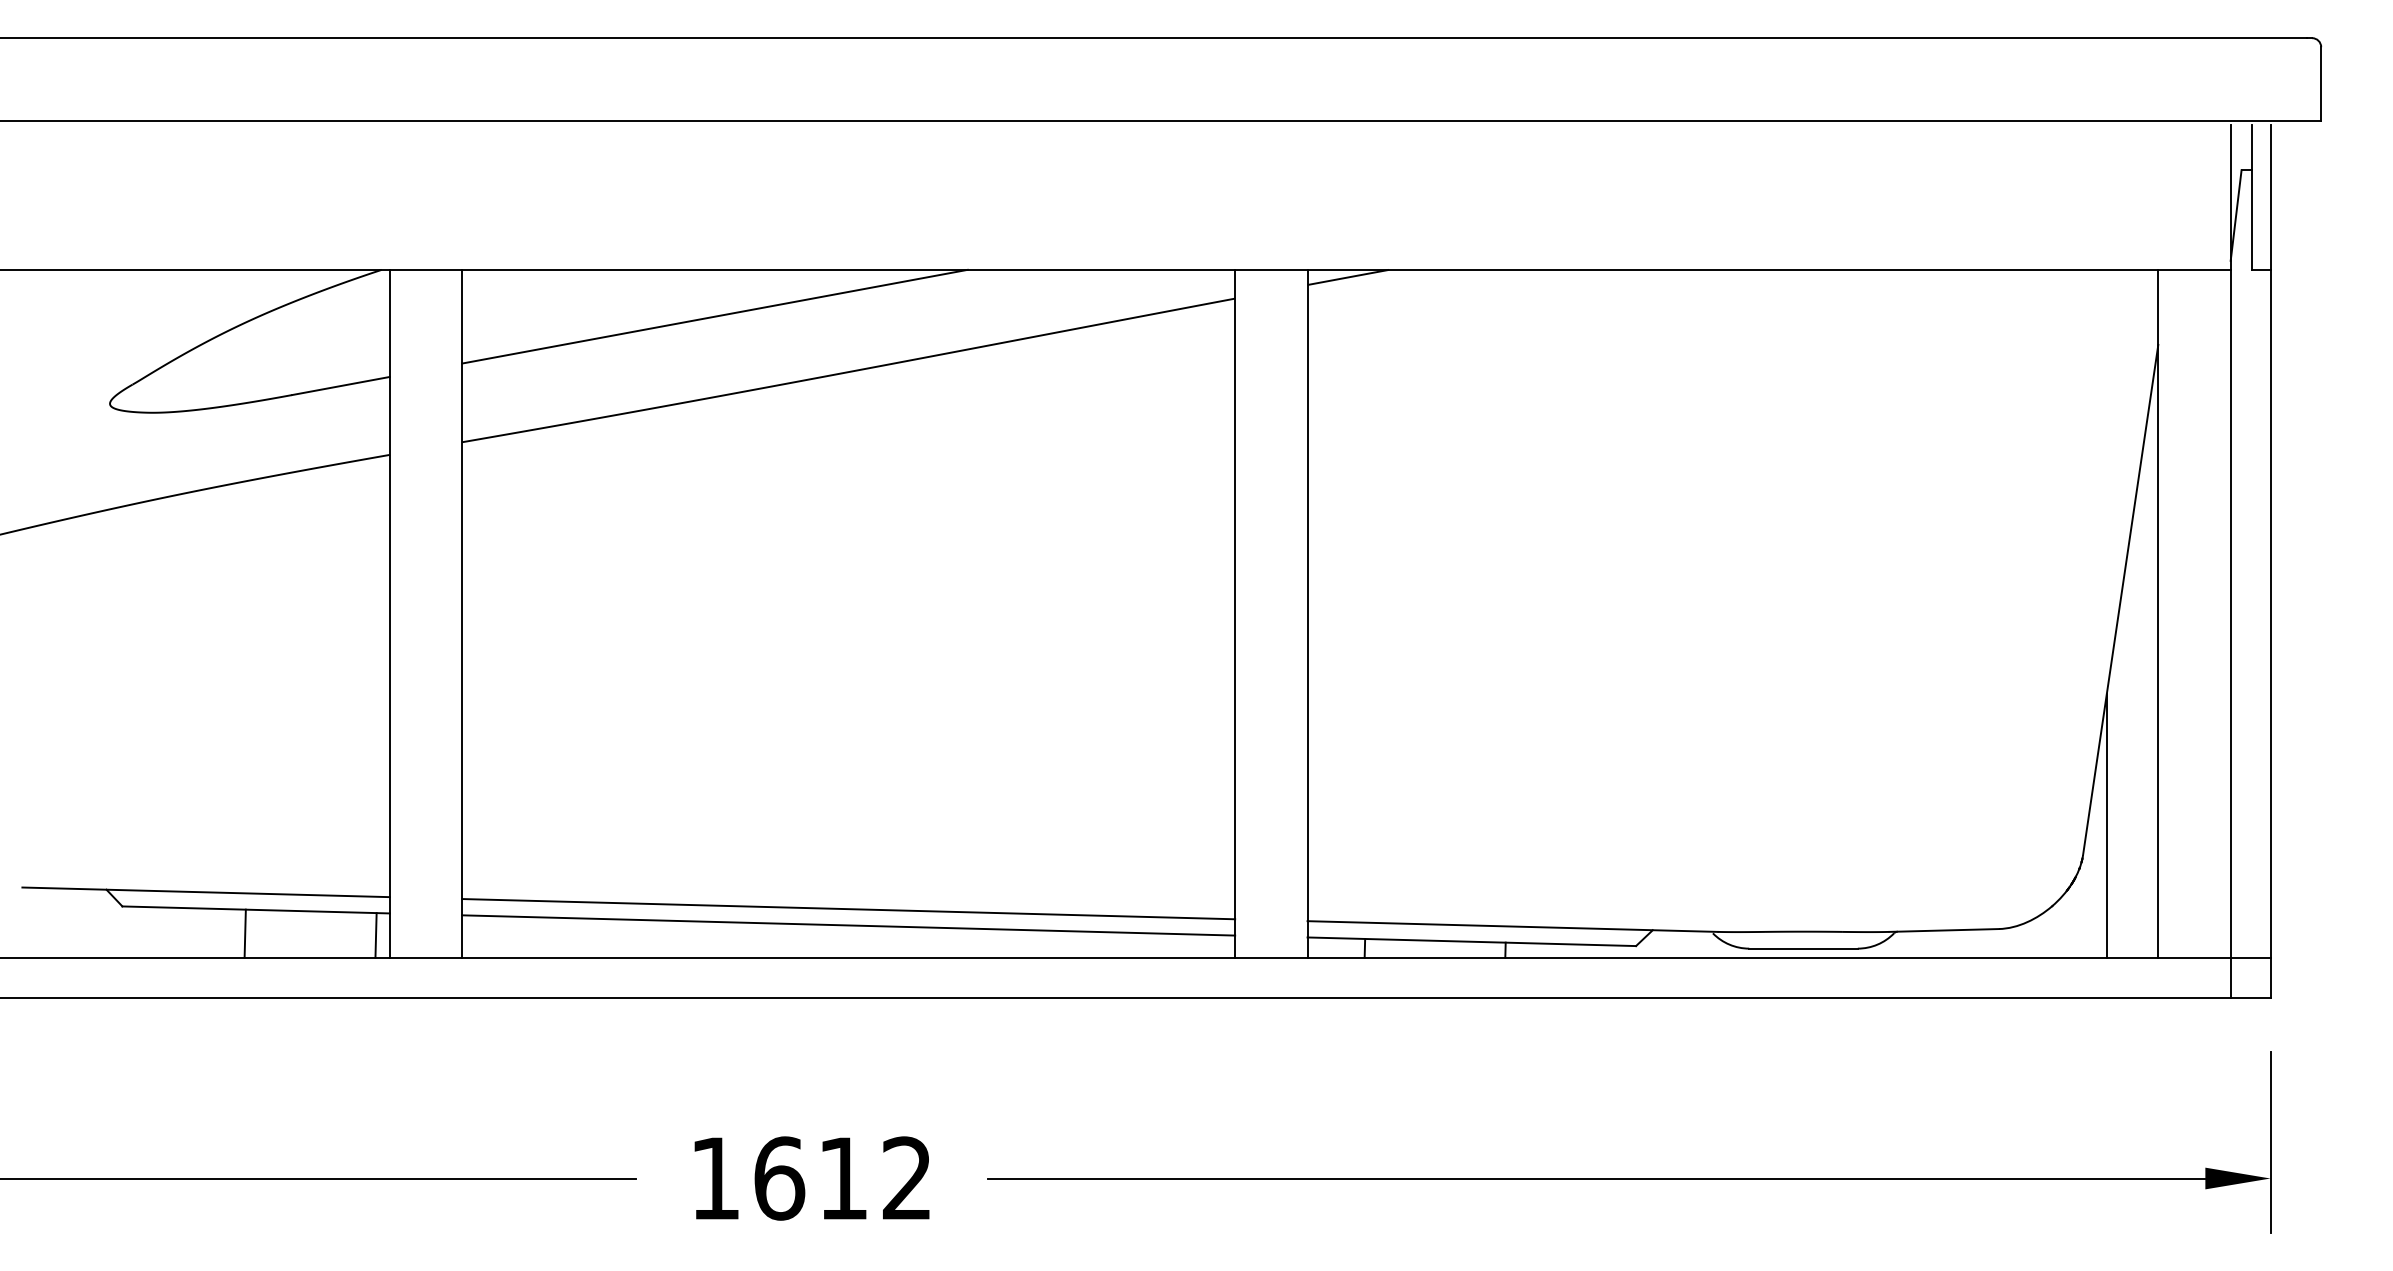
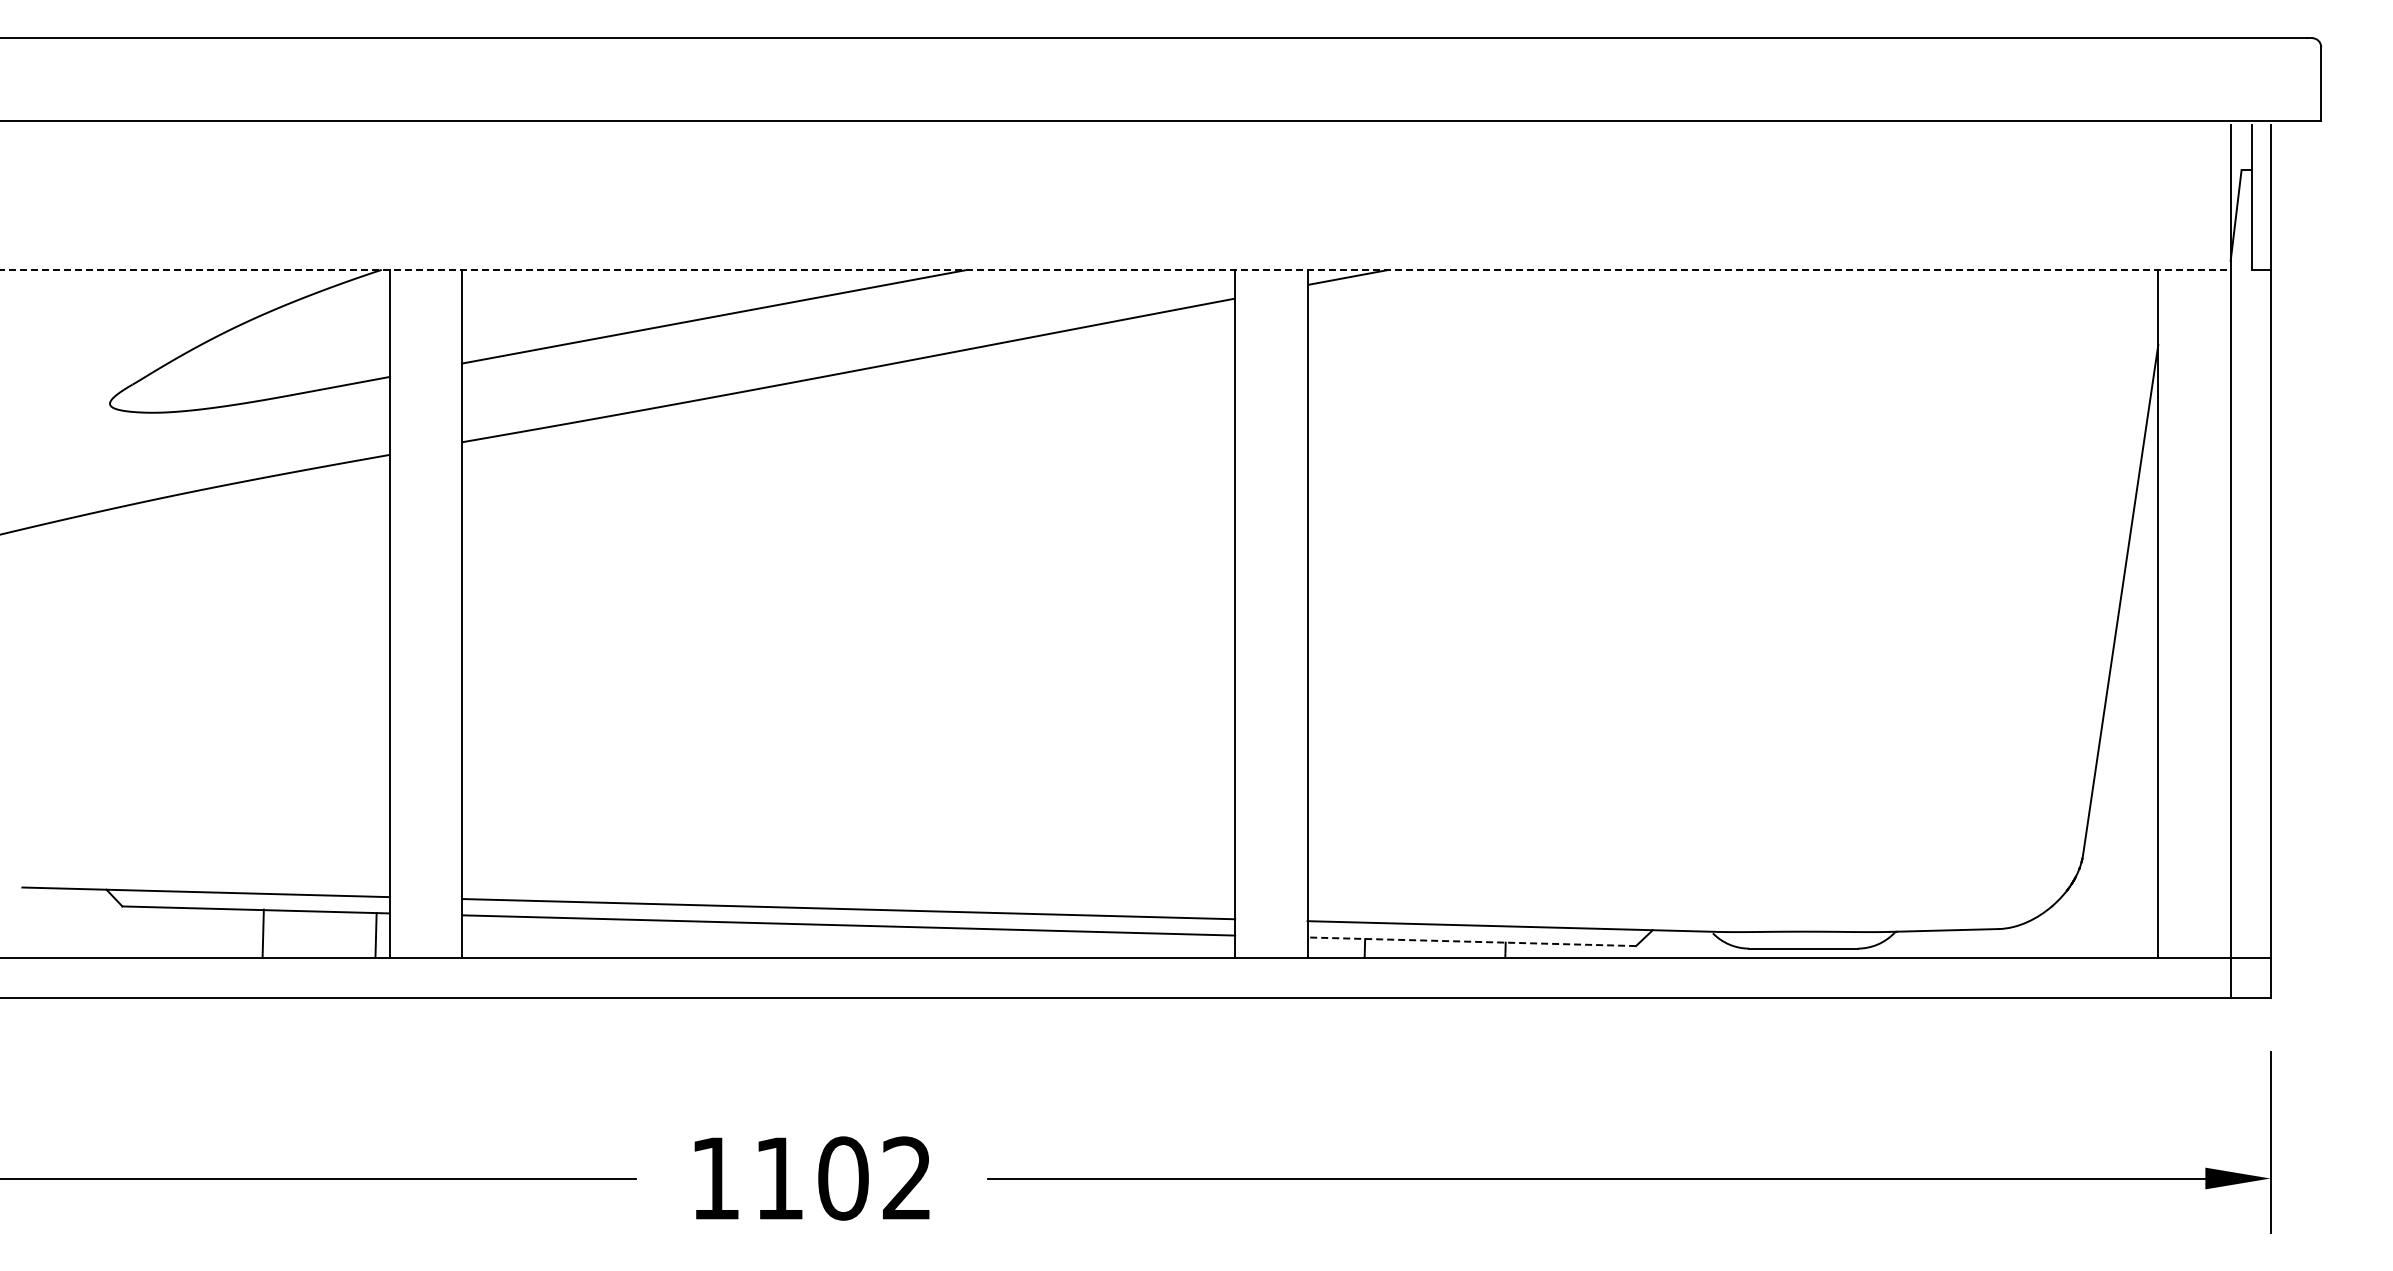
line at (1116, 269): solid -> dashed
line at (2106, 825): present -> none
line at (244, 933) position: (244, 933) -> (262, 933)
line at (1471, 941): solid -> dashed
text at (811, 1178): 1612 -> 1102
